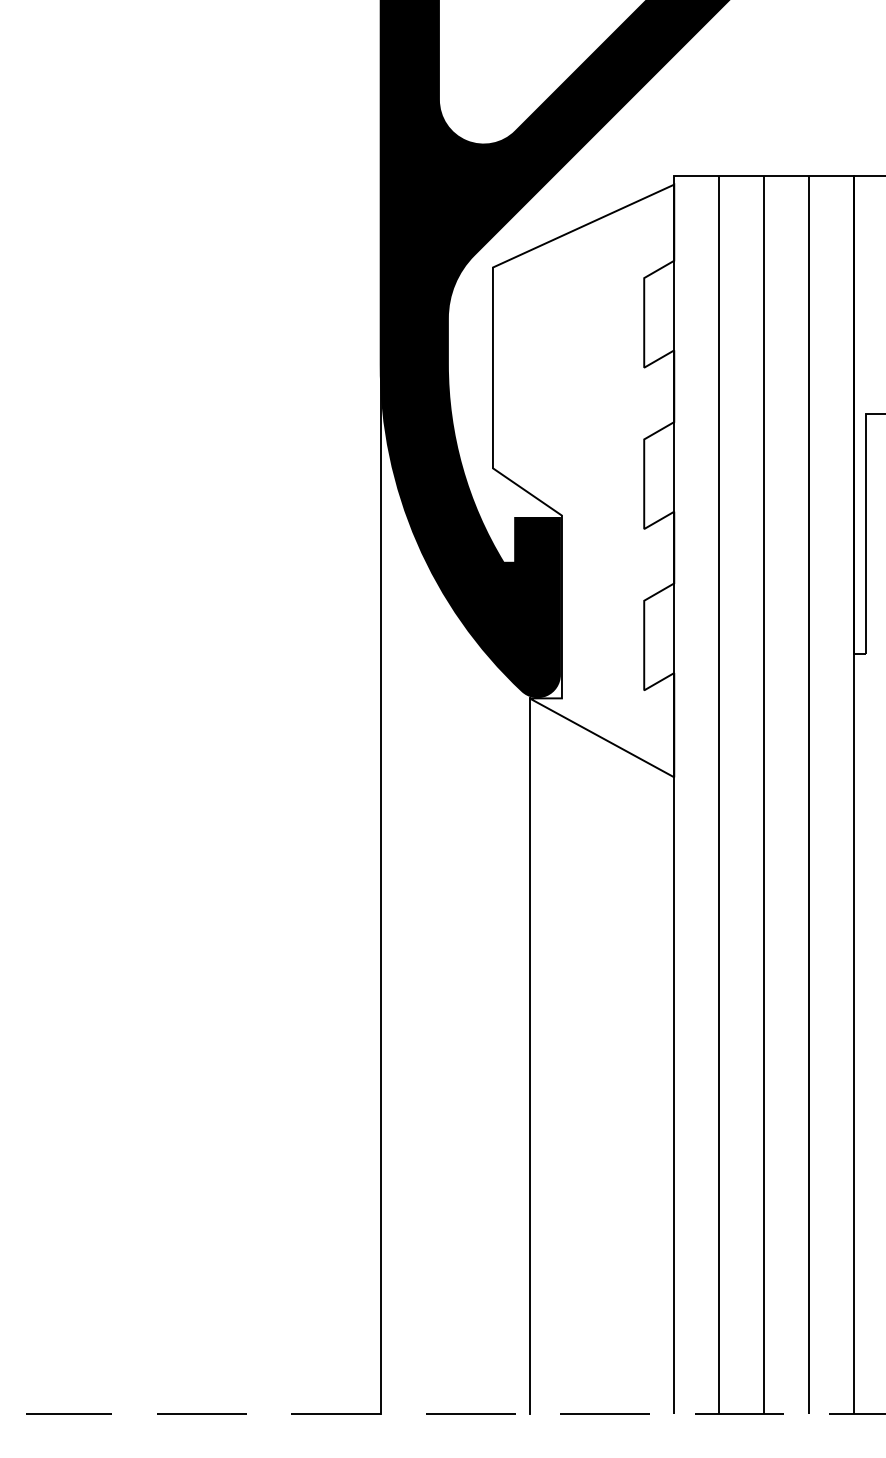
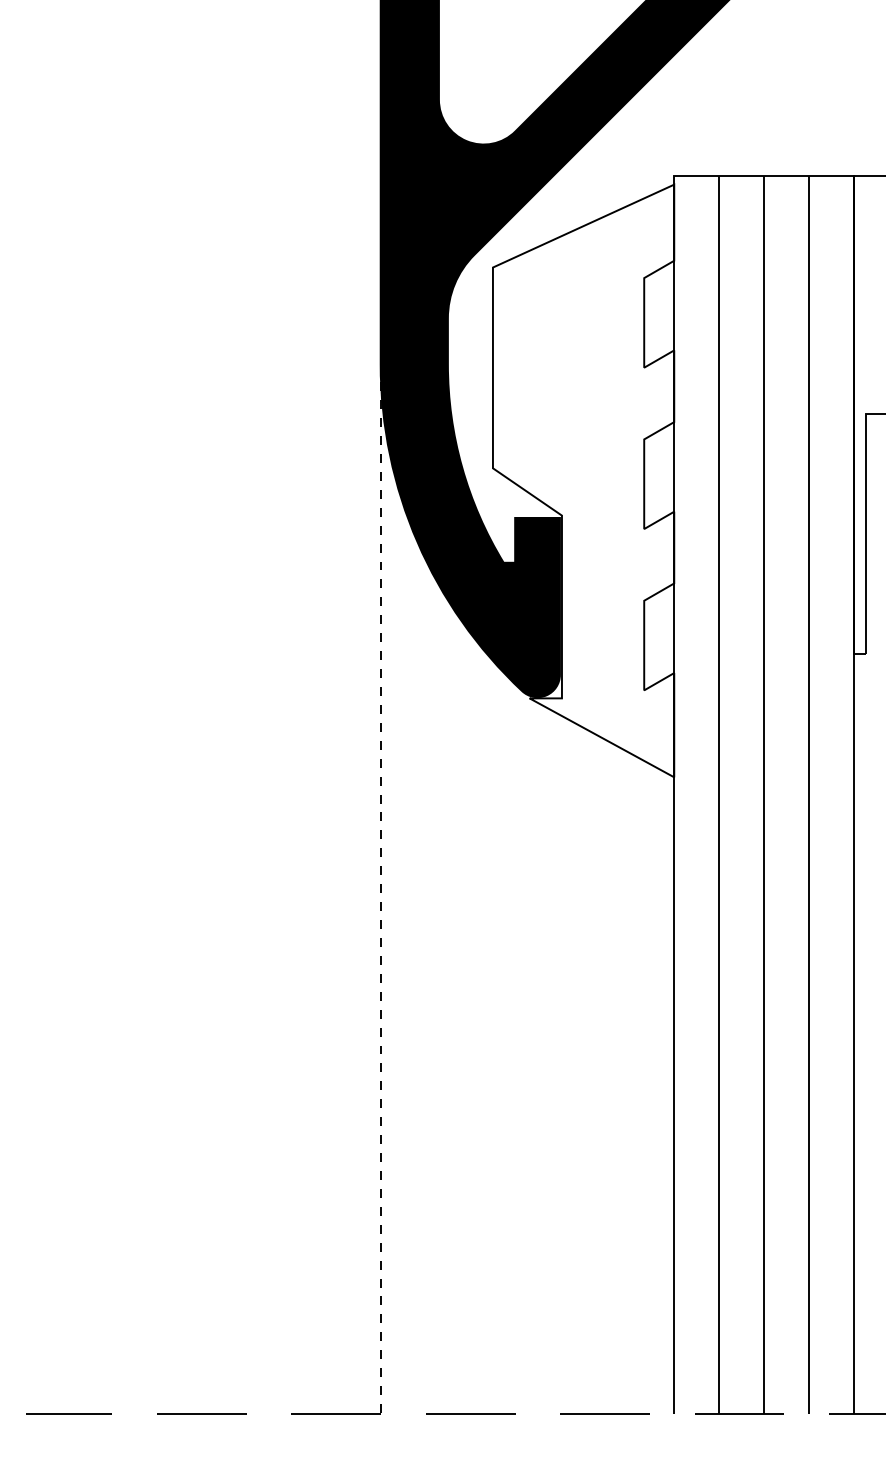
line at (380, 889): solid -> dashed
line at (529, 1056): present -> none
